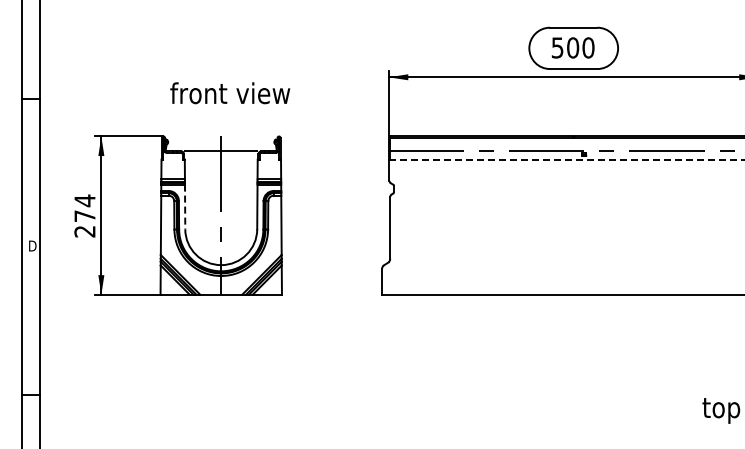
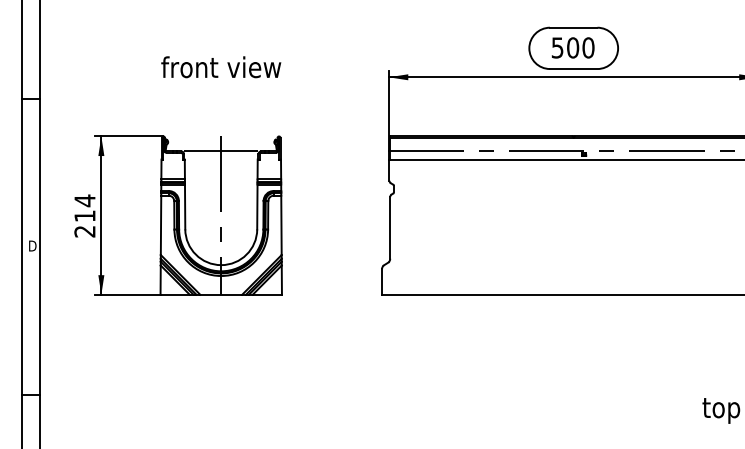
text at (230, 93) position: (230, 93) -> (221, 67)
line at (567, 159): dashed -> solid
line at (185, 207): dashed -> solid
text at (84, 215): 274 -> 214
